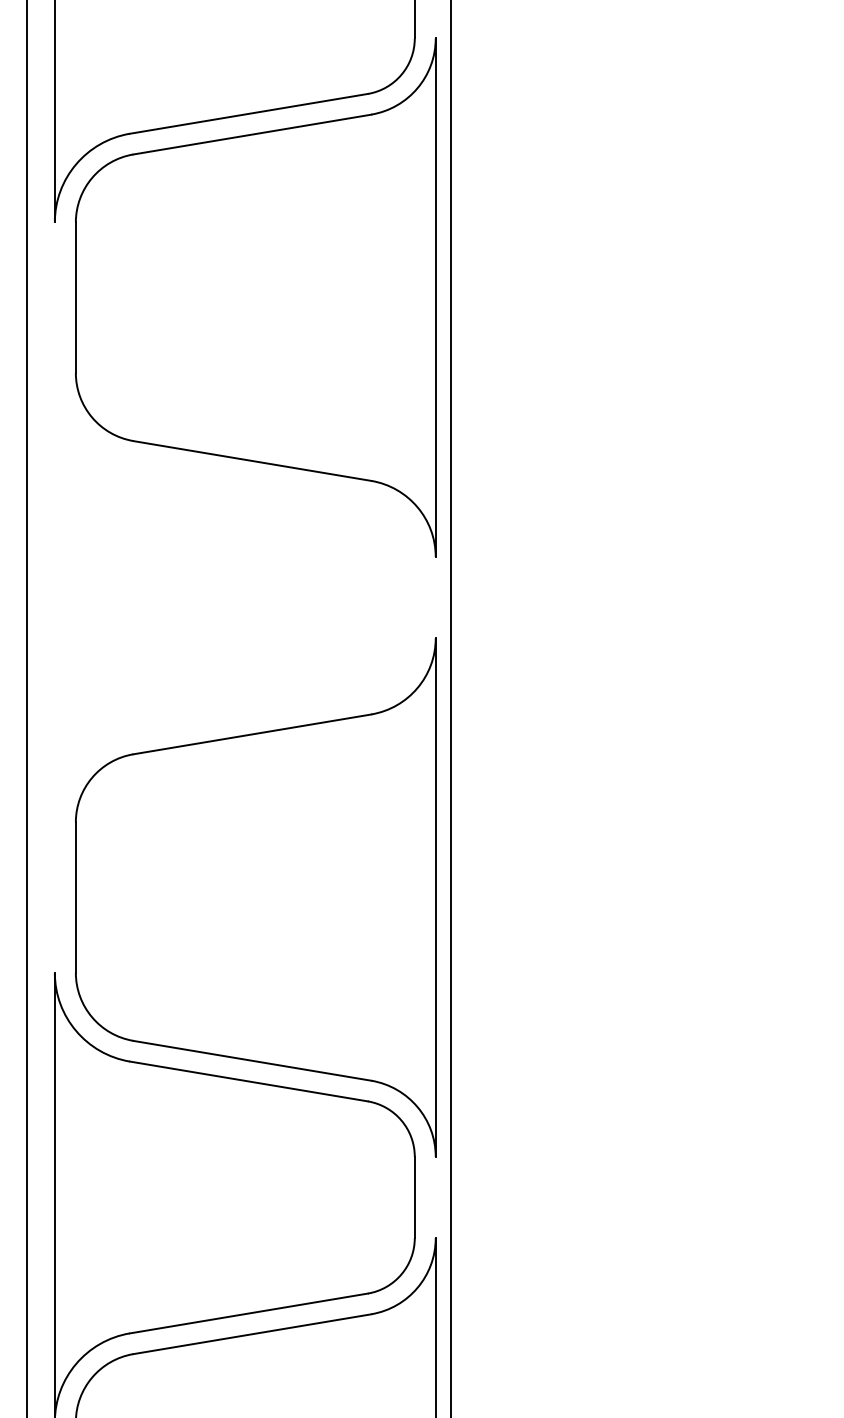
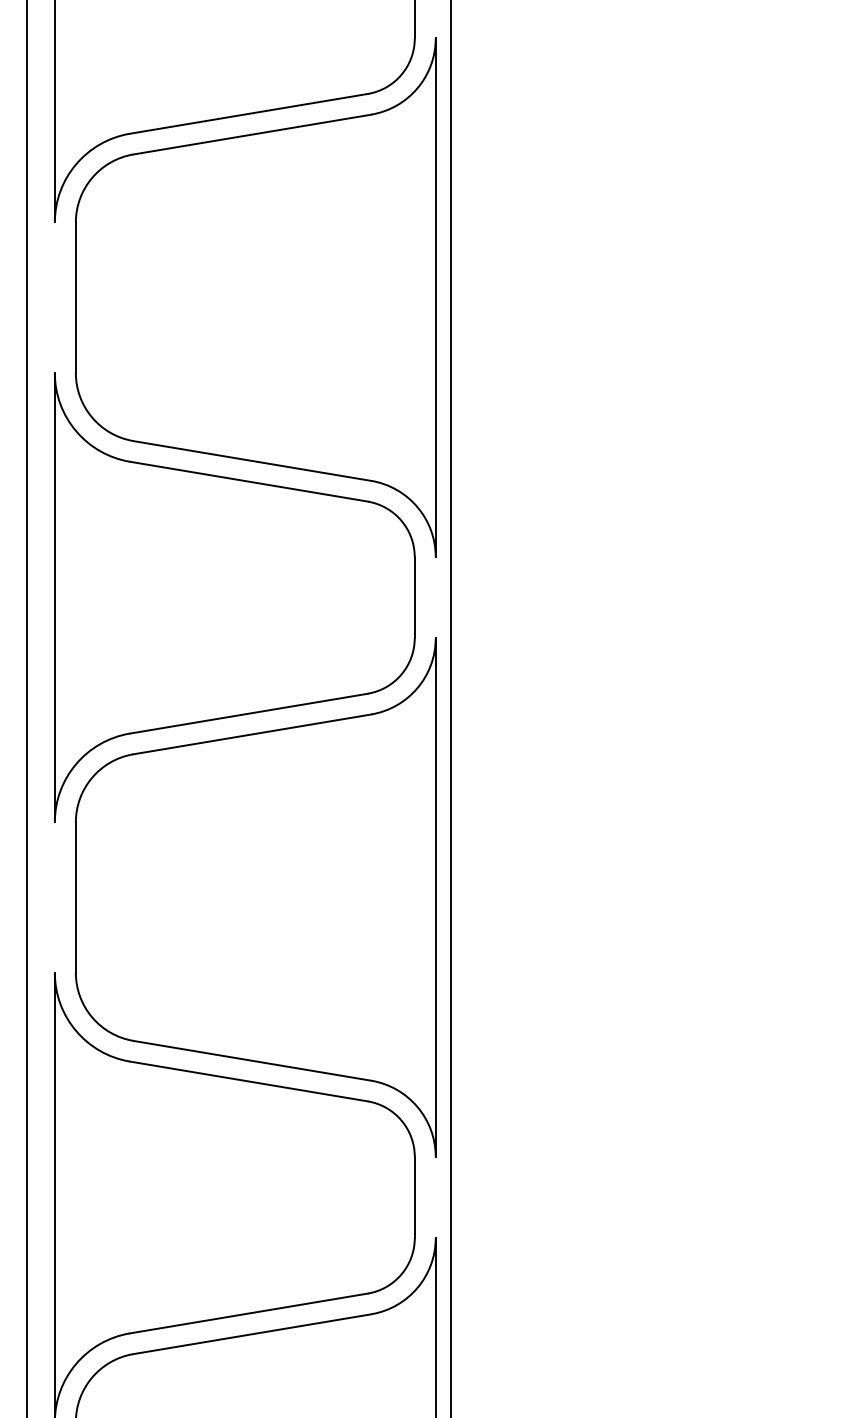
part at (234, 597): none -> present
